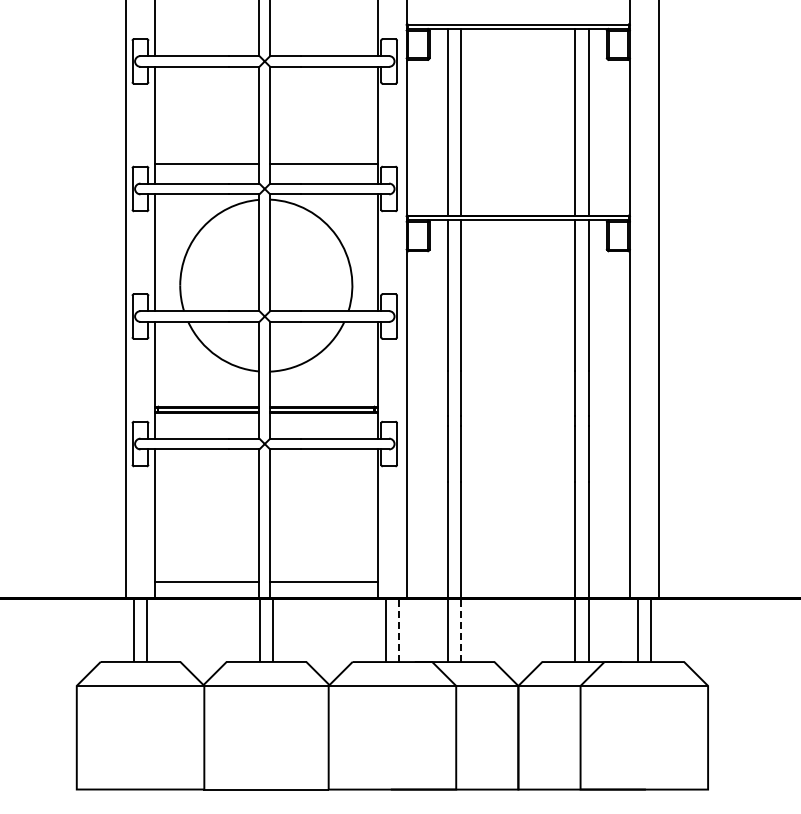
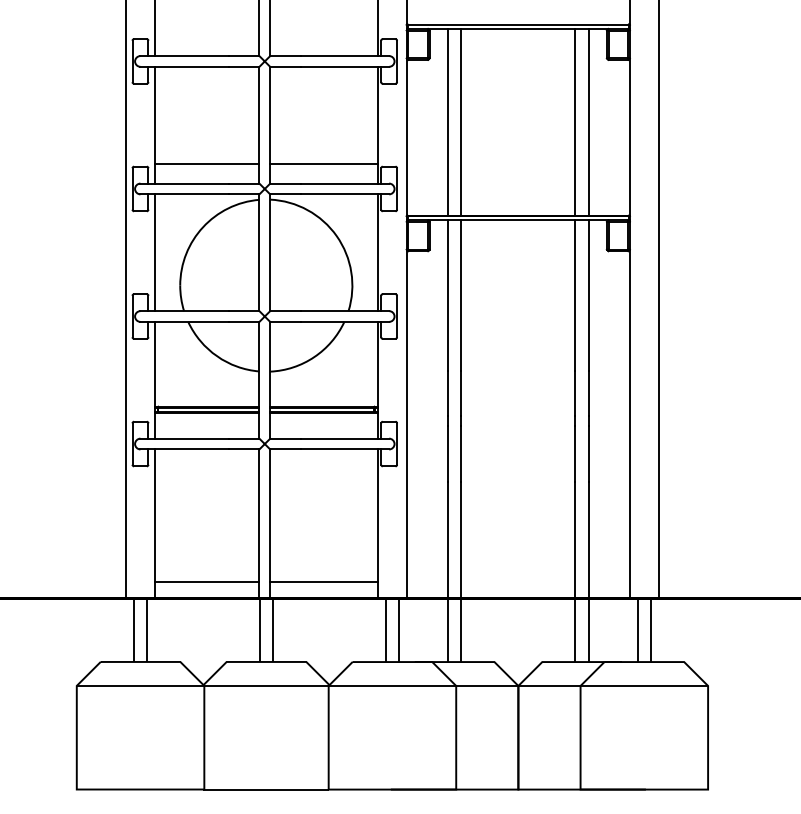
line at (399, 630): dashed -> solid
line at (461, 630): dashed -> solid
